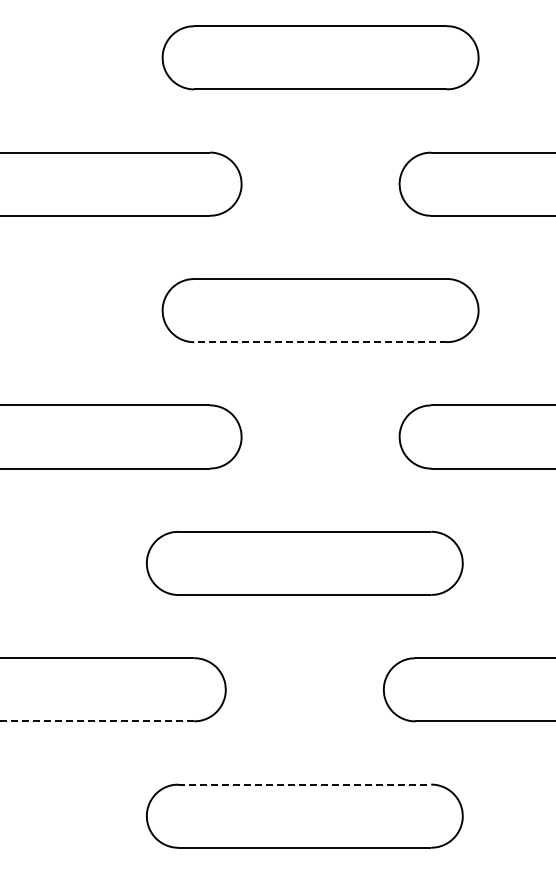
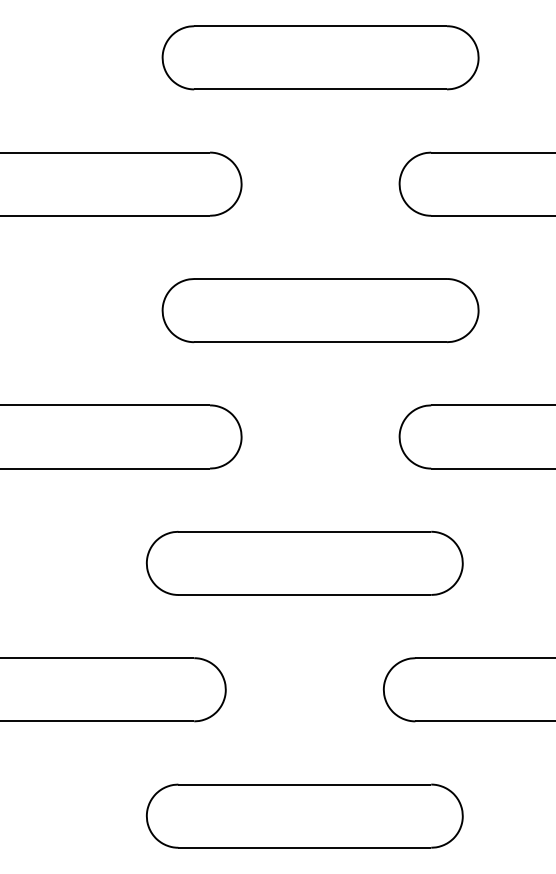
line at (320, 342): dashed -> solid
line at (97, 721): dashed -> solid
line at (305, 784): dashed -> solid
